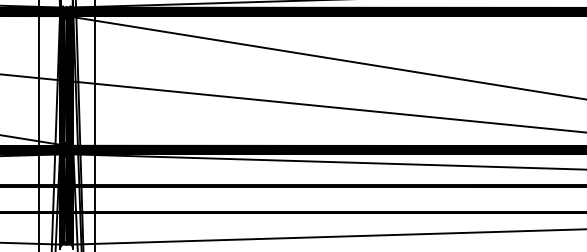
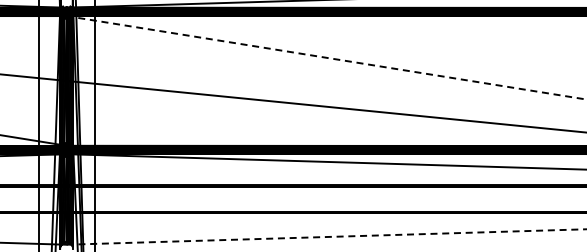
line at (327, 57): solid -> dashed
line at (326, 237): solid -> dashed
